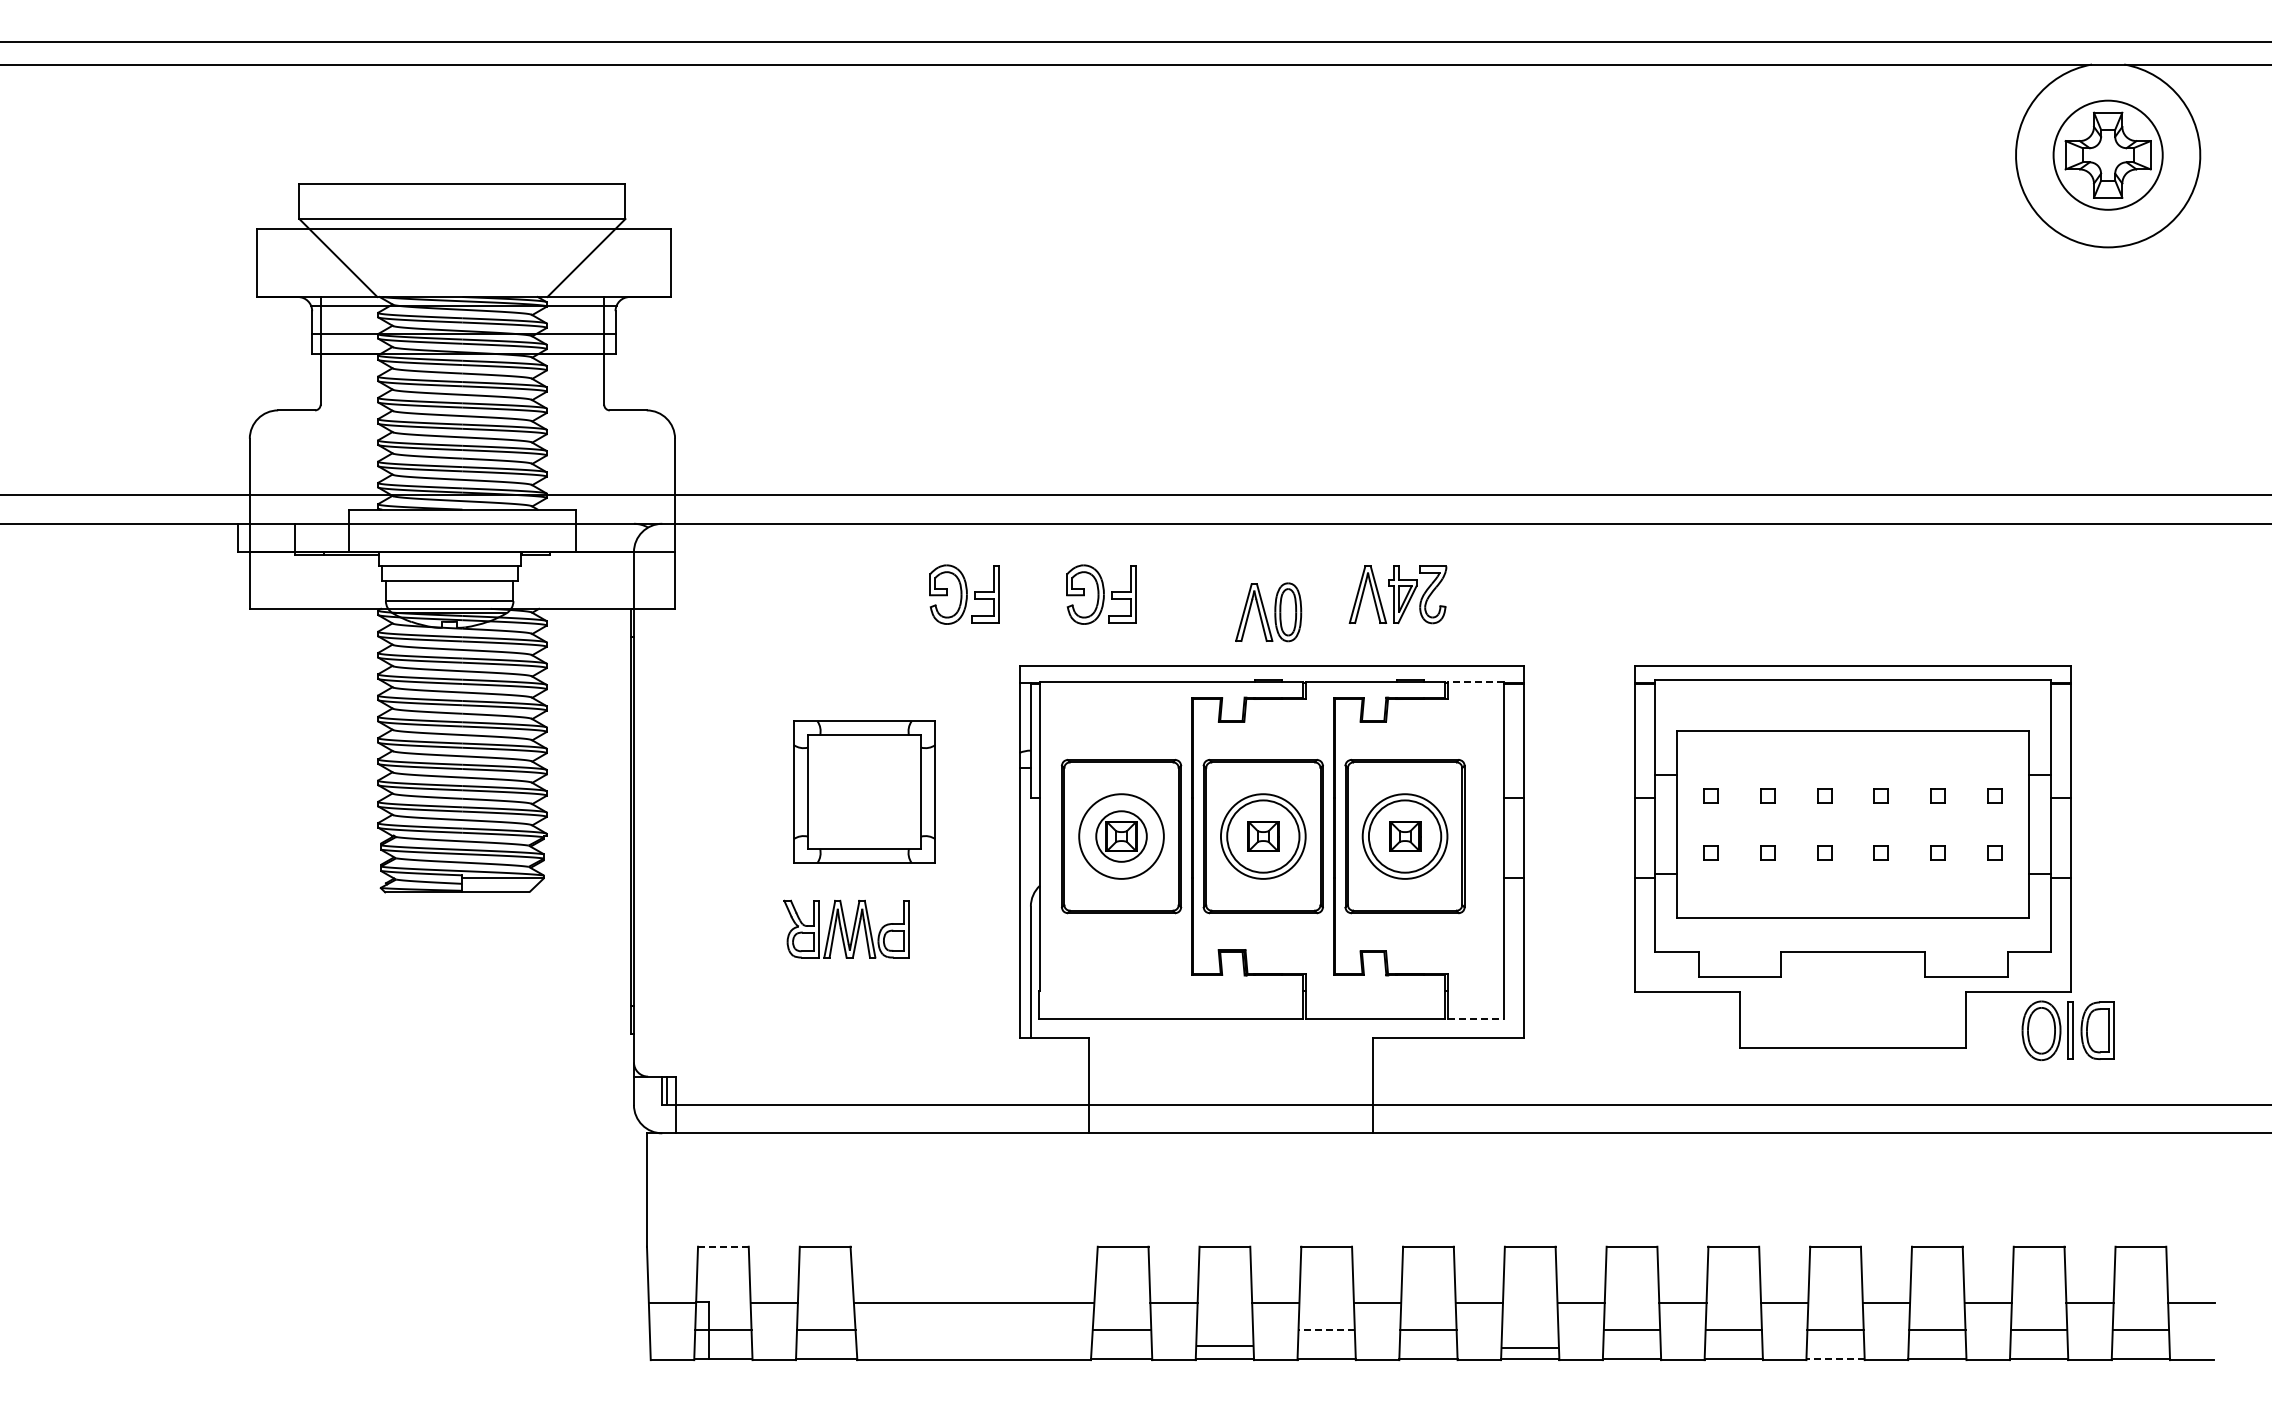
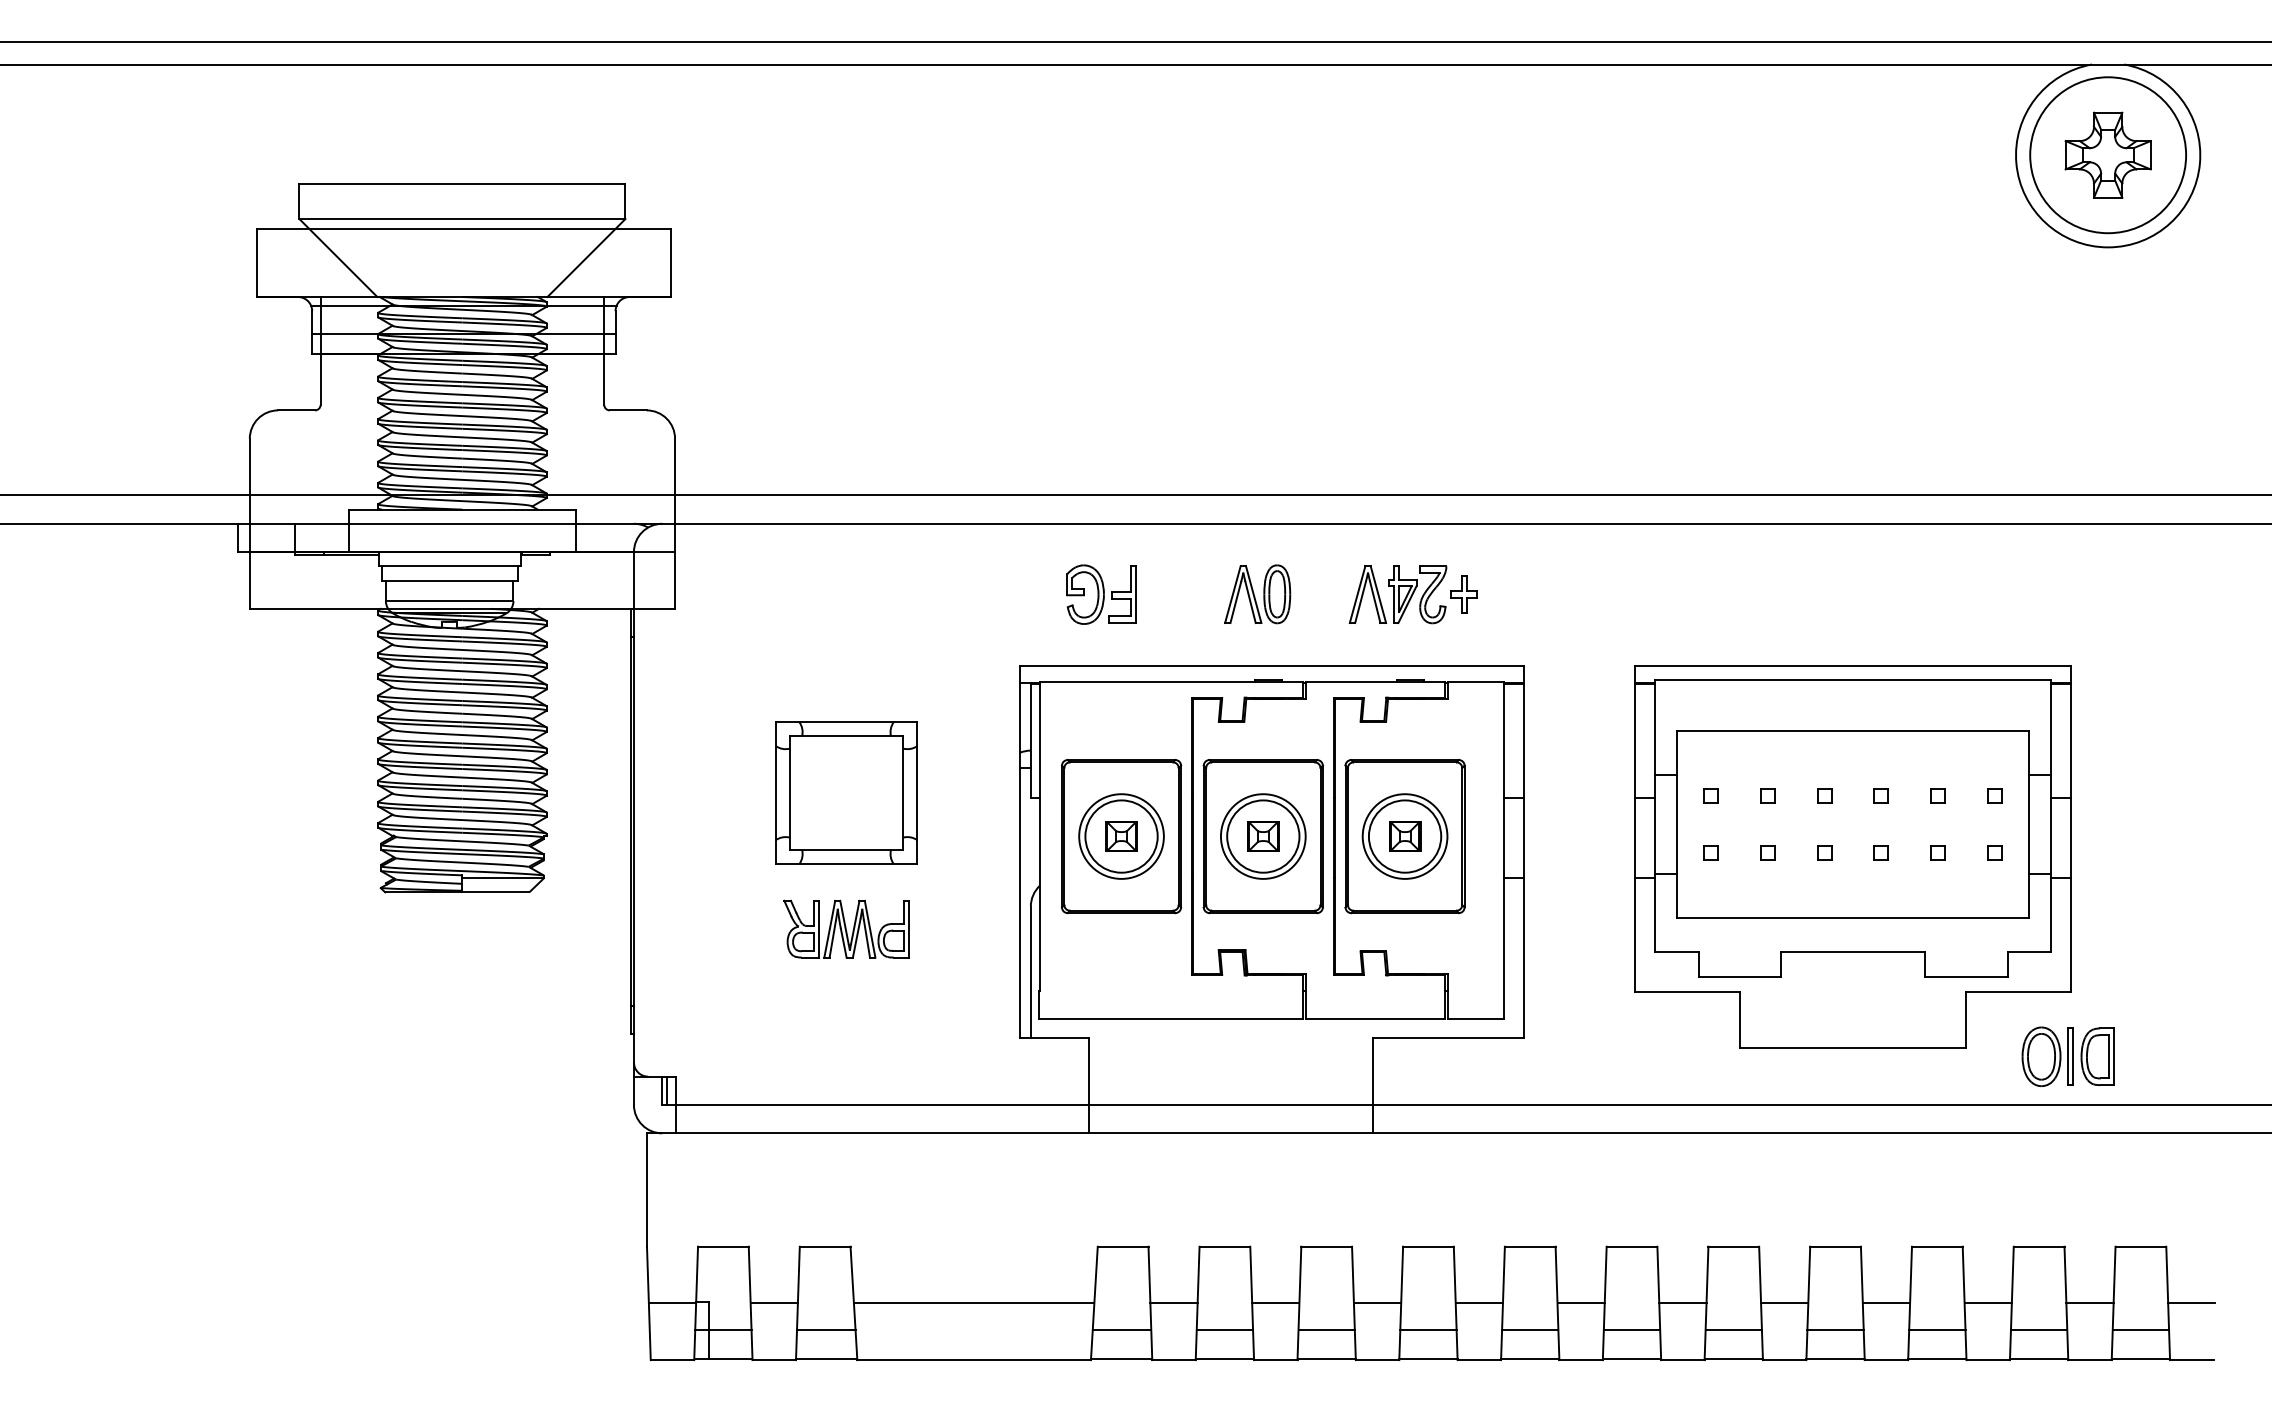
circle at (2107, 154) diameter: 109 px -> 156 px
part at (964, 594): present -> none
part at (1463, 594): none -> present
part at (1268, 612) position: (1268, 612) -> (1257, 594)
line at (1475, 682): dashed -> solid
part at (864, 791) position: (864, 791) -> (846, 792)
circle at (1121, 836) diameter: 51 px -> 72 px
line at (1476, 1019): dashed -> solid
part at (2067, 1030) position: (2067, 1030) -> (2067, 1056)
line at (723, 1246): dashed -> solid
line at (1326, 1330): dashed -> solid
line at (1224, 1346) position: (1224, 1346) -> (1224, 1330)
line at (1530, 1348) position: (1530, 1348) -> (1530, 1330)
line at (1835, 1358): dashed -> solid
